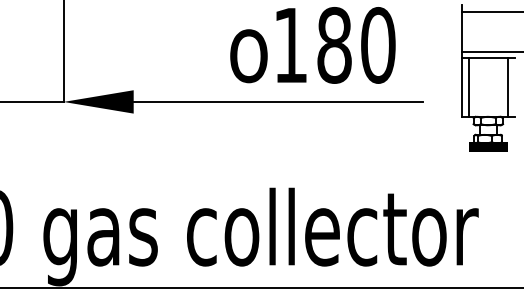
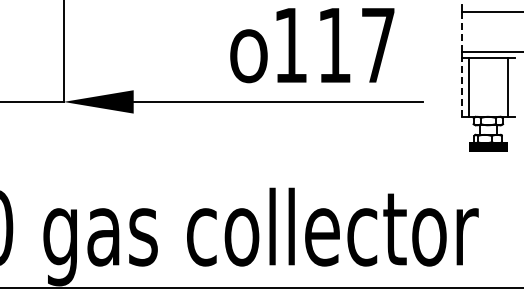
line at (461, 31): solid -> dashed
text at (356, 45): 180 -> 117
line at (461, 87): solid -> dashed
